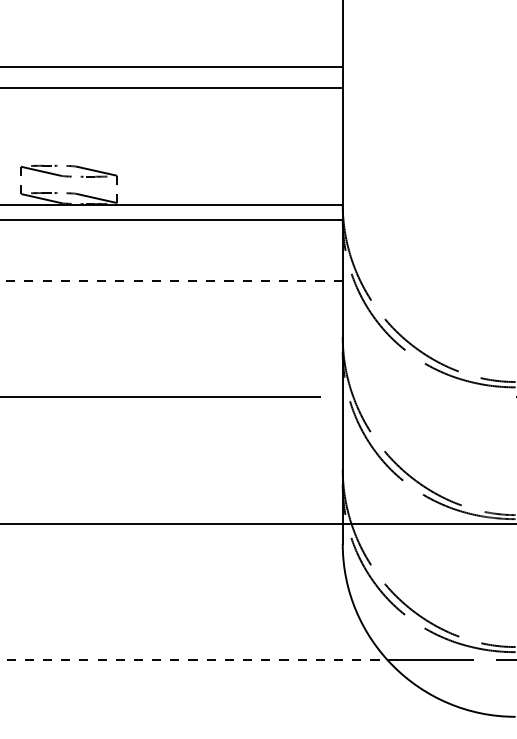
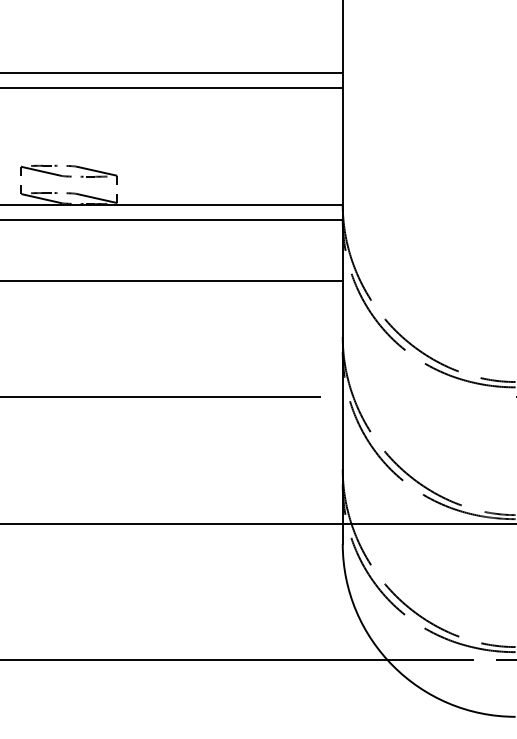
line at (172, 66) position: (172, 66) -> (172, 72)
line at (171, 280): dashed -> solid
line at (194, 660): dashed -> solid
